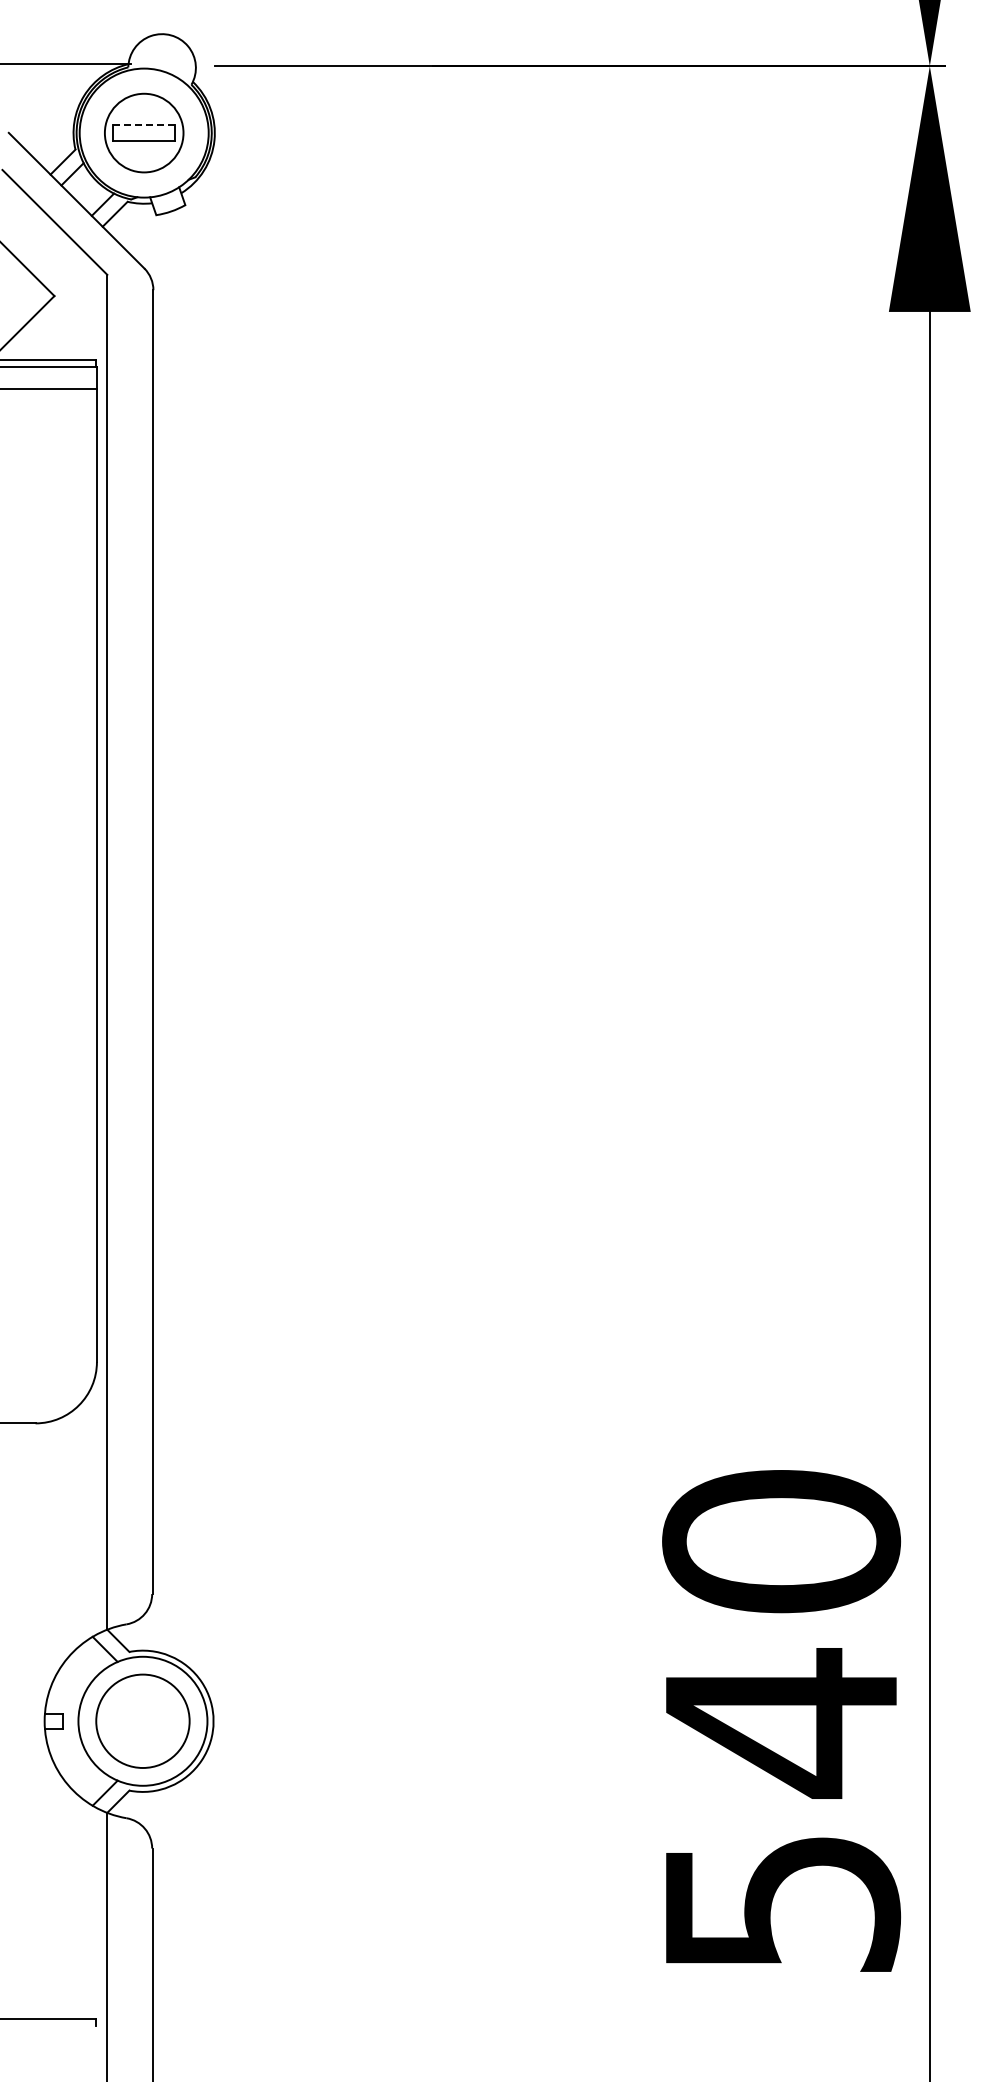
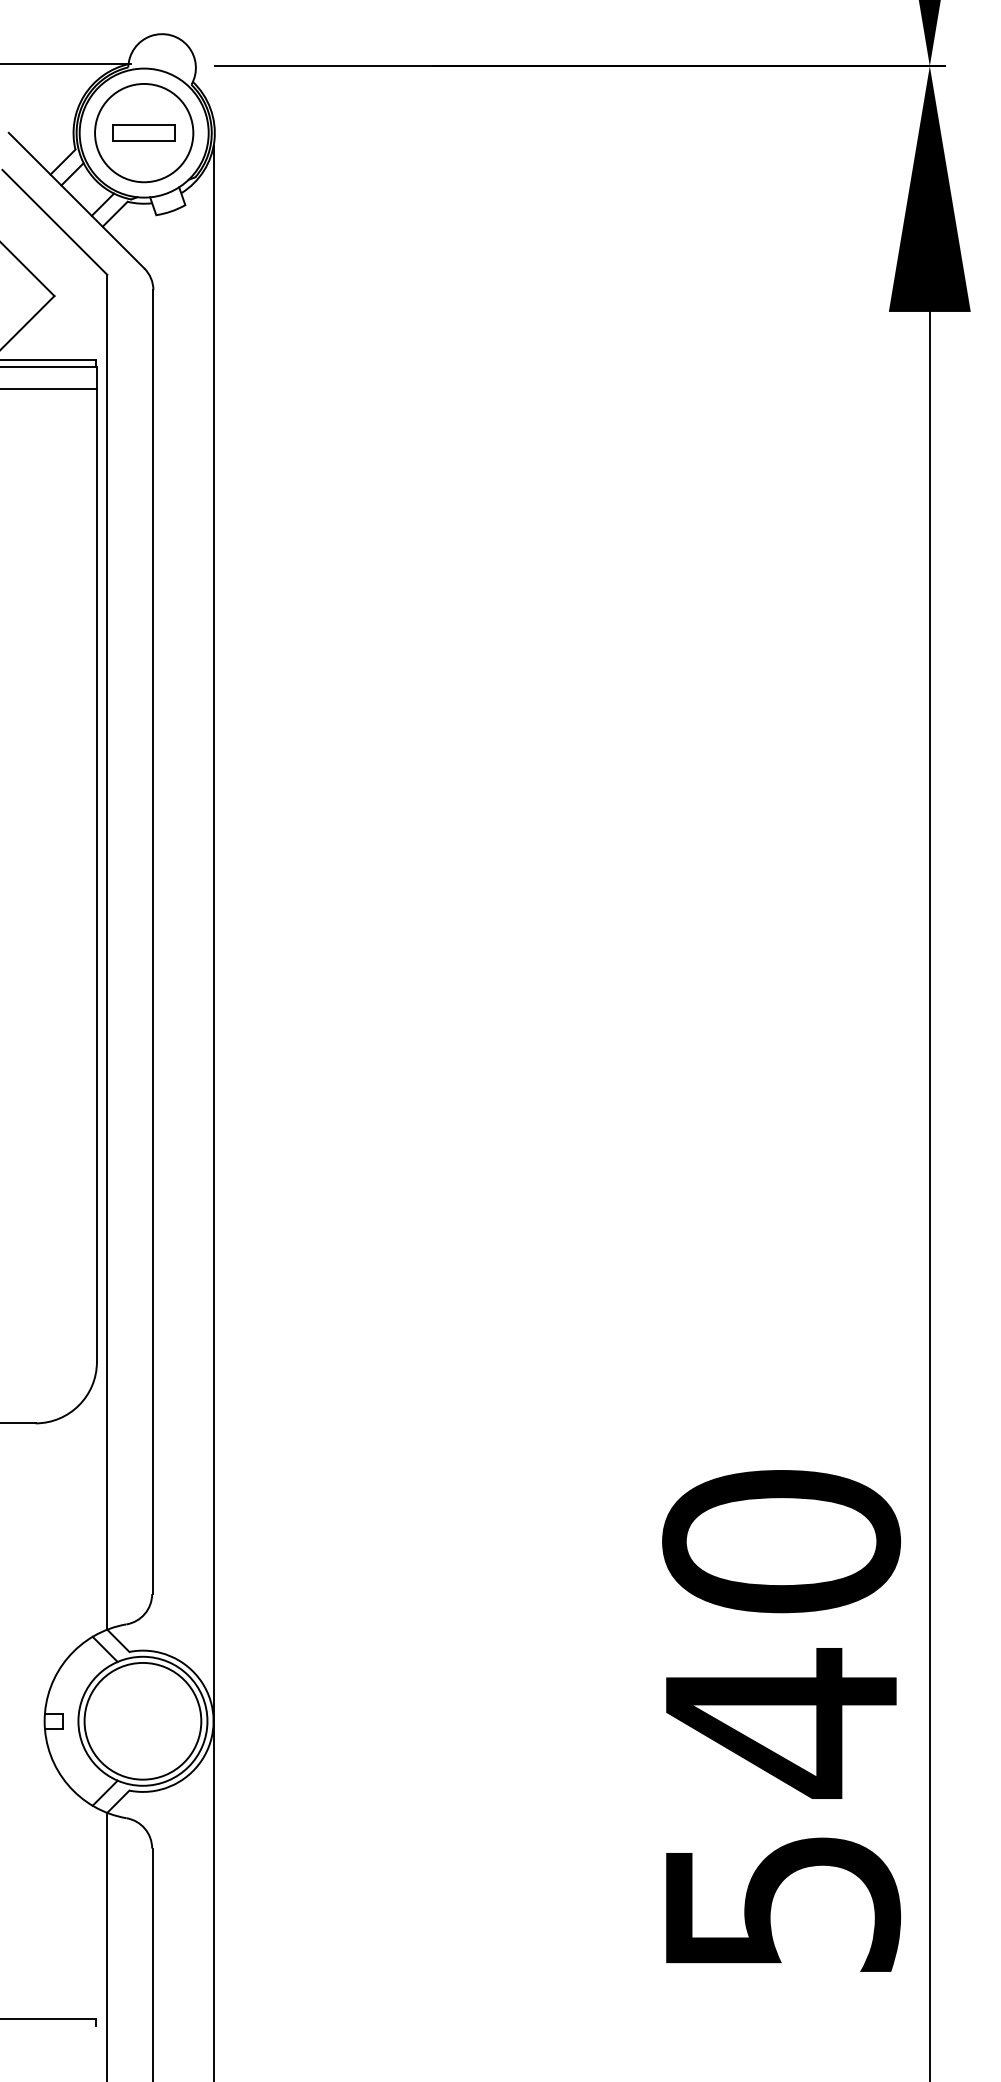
line at (144, 125): dashed -> solid
circle at (143, 132) diameter: 79 px -> 98 px
line at (213, 1112): none -> present
circle at (142, 1720) diameter: 93 px -> 117 px
